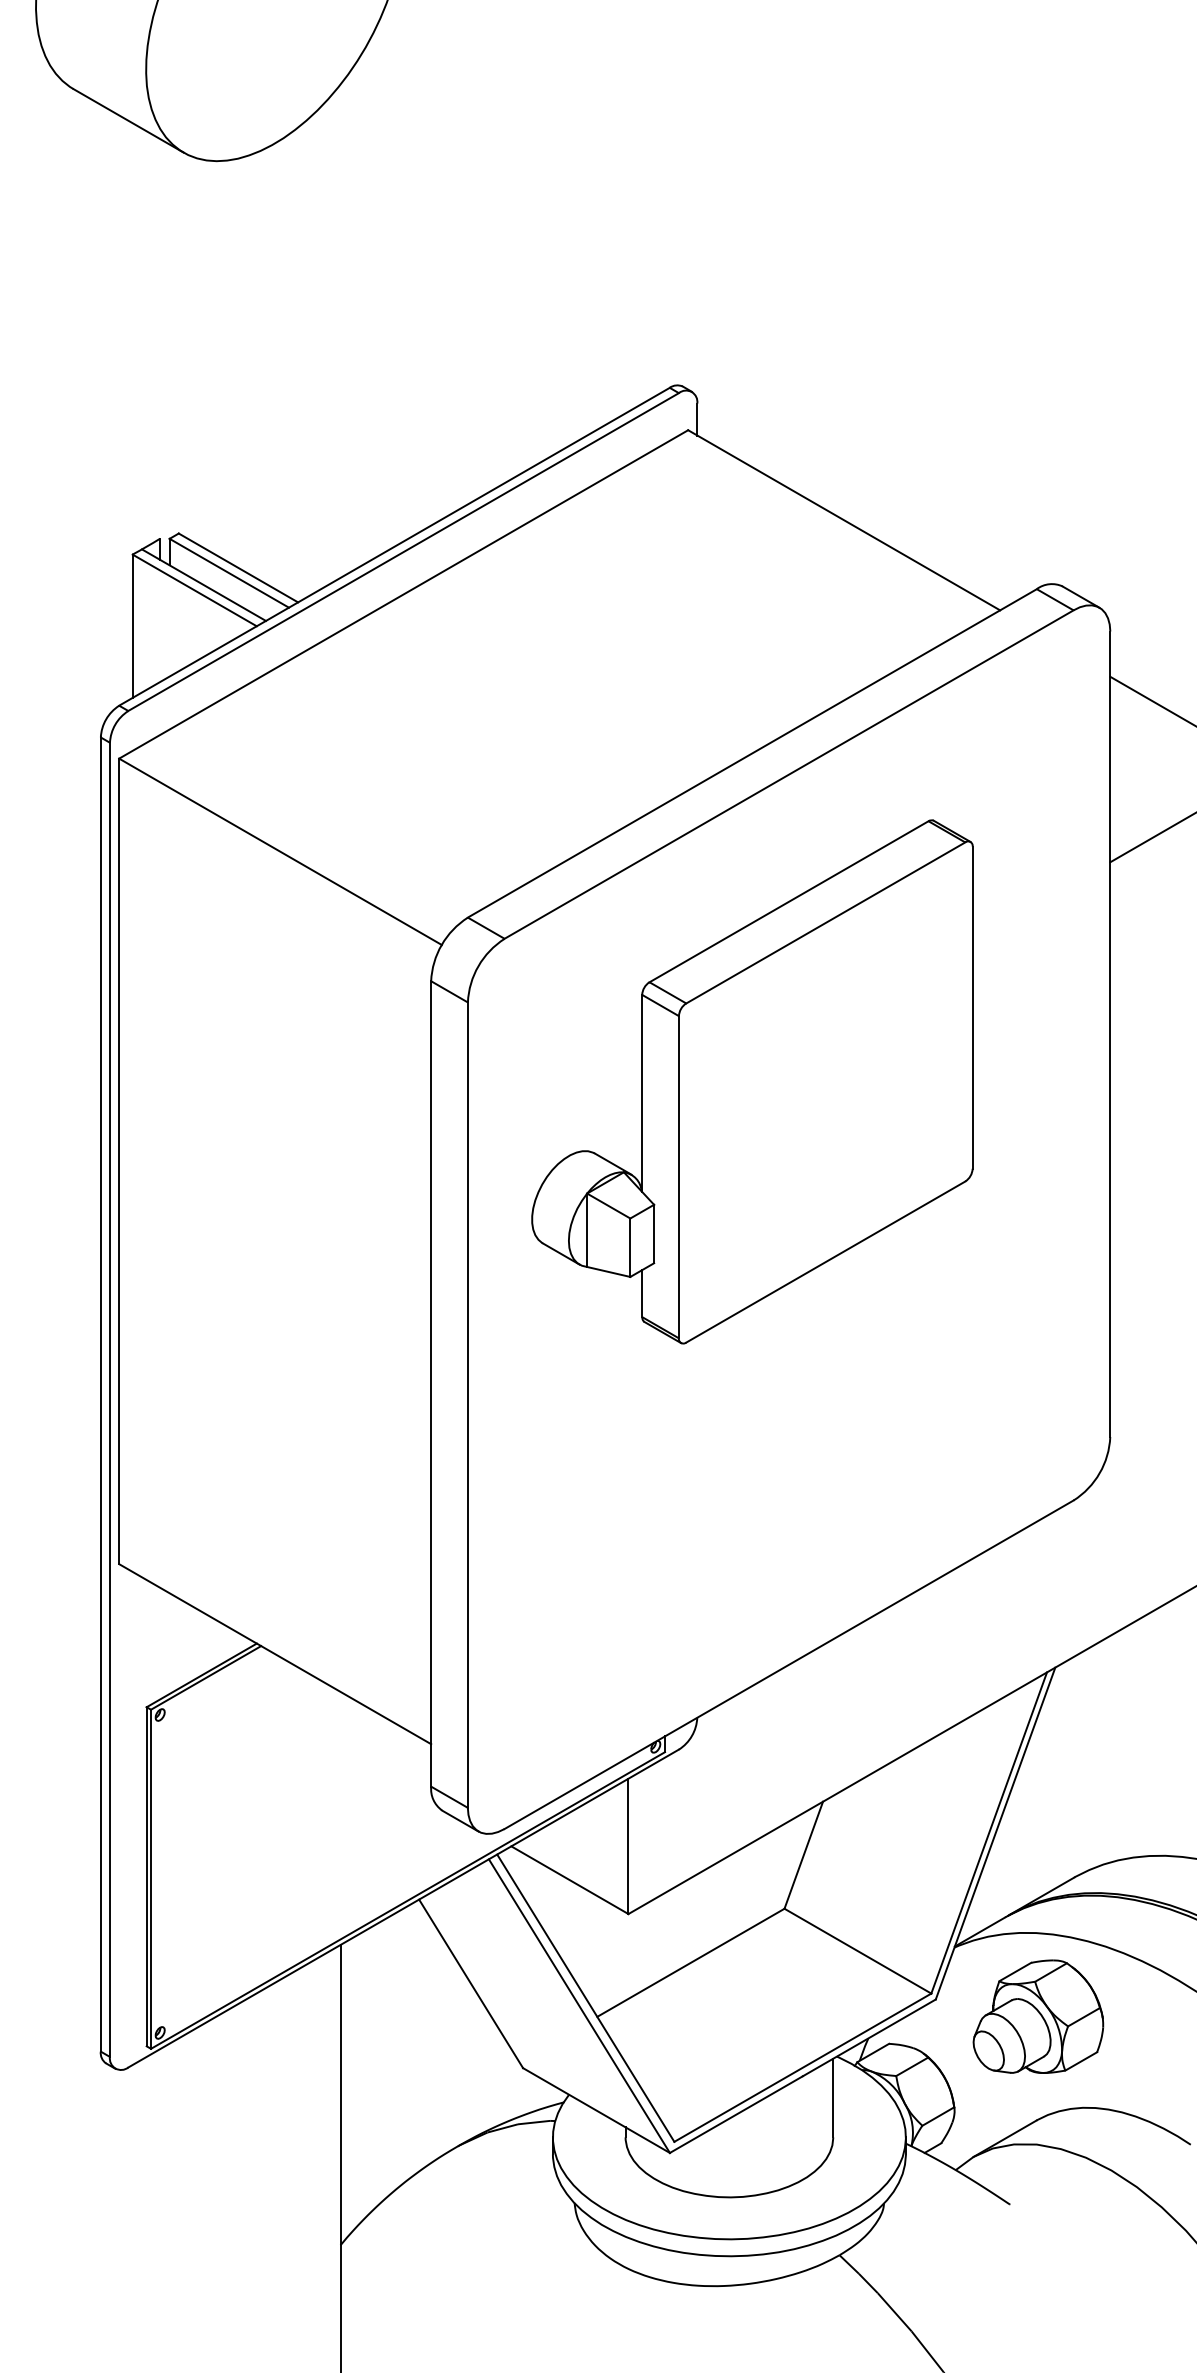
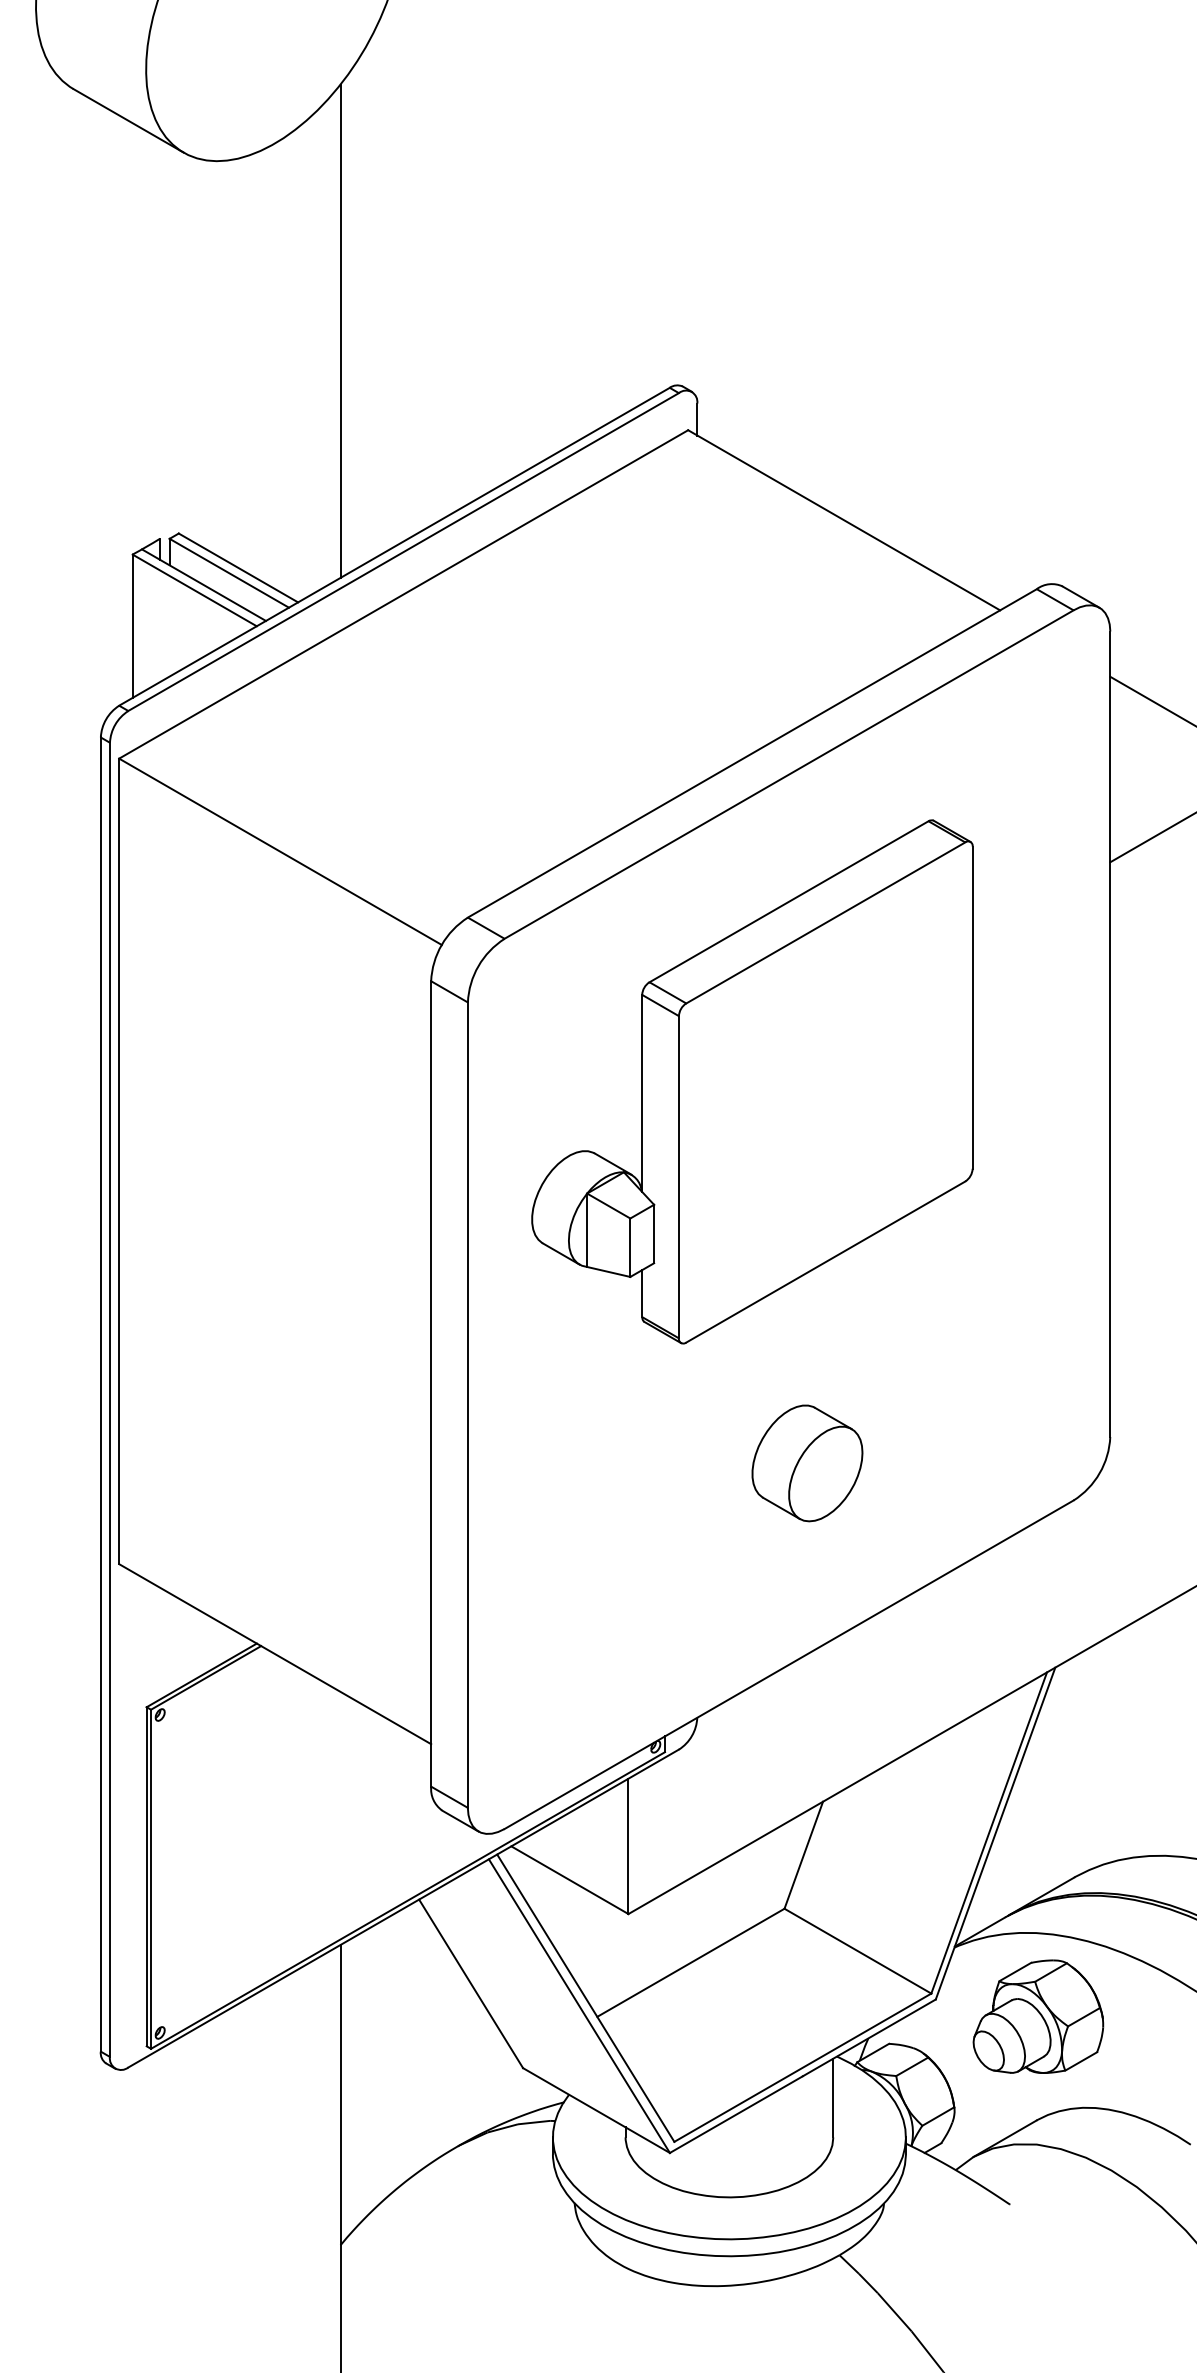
line at (340, 330): none -> present
part at (807, 1463): none -> present
